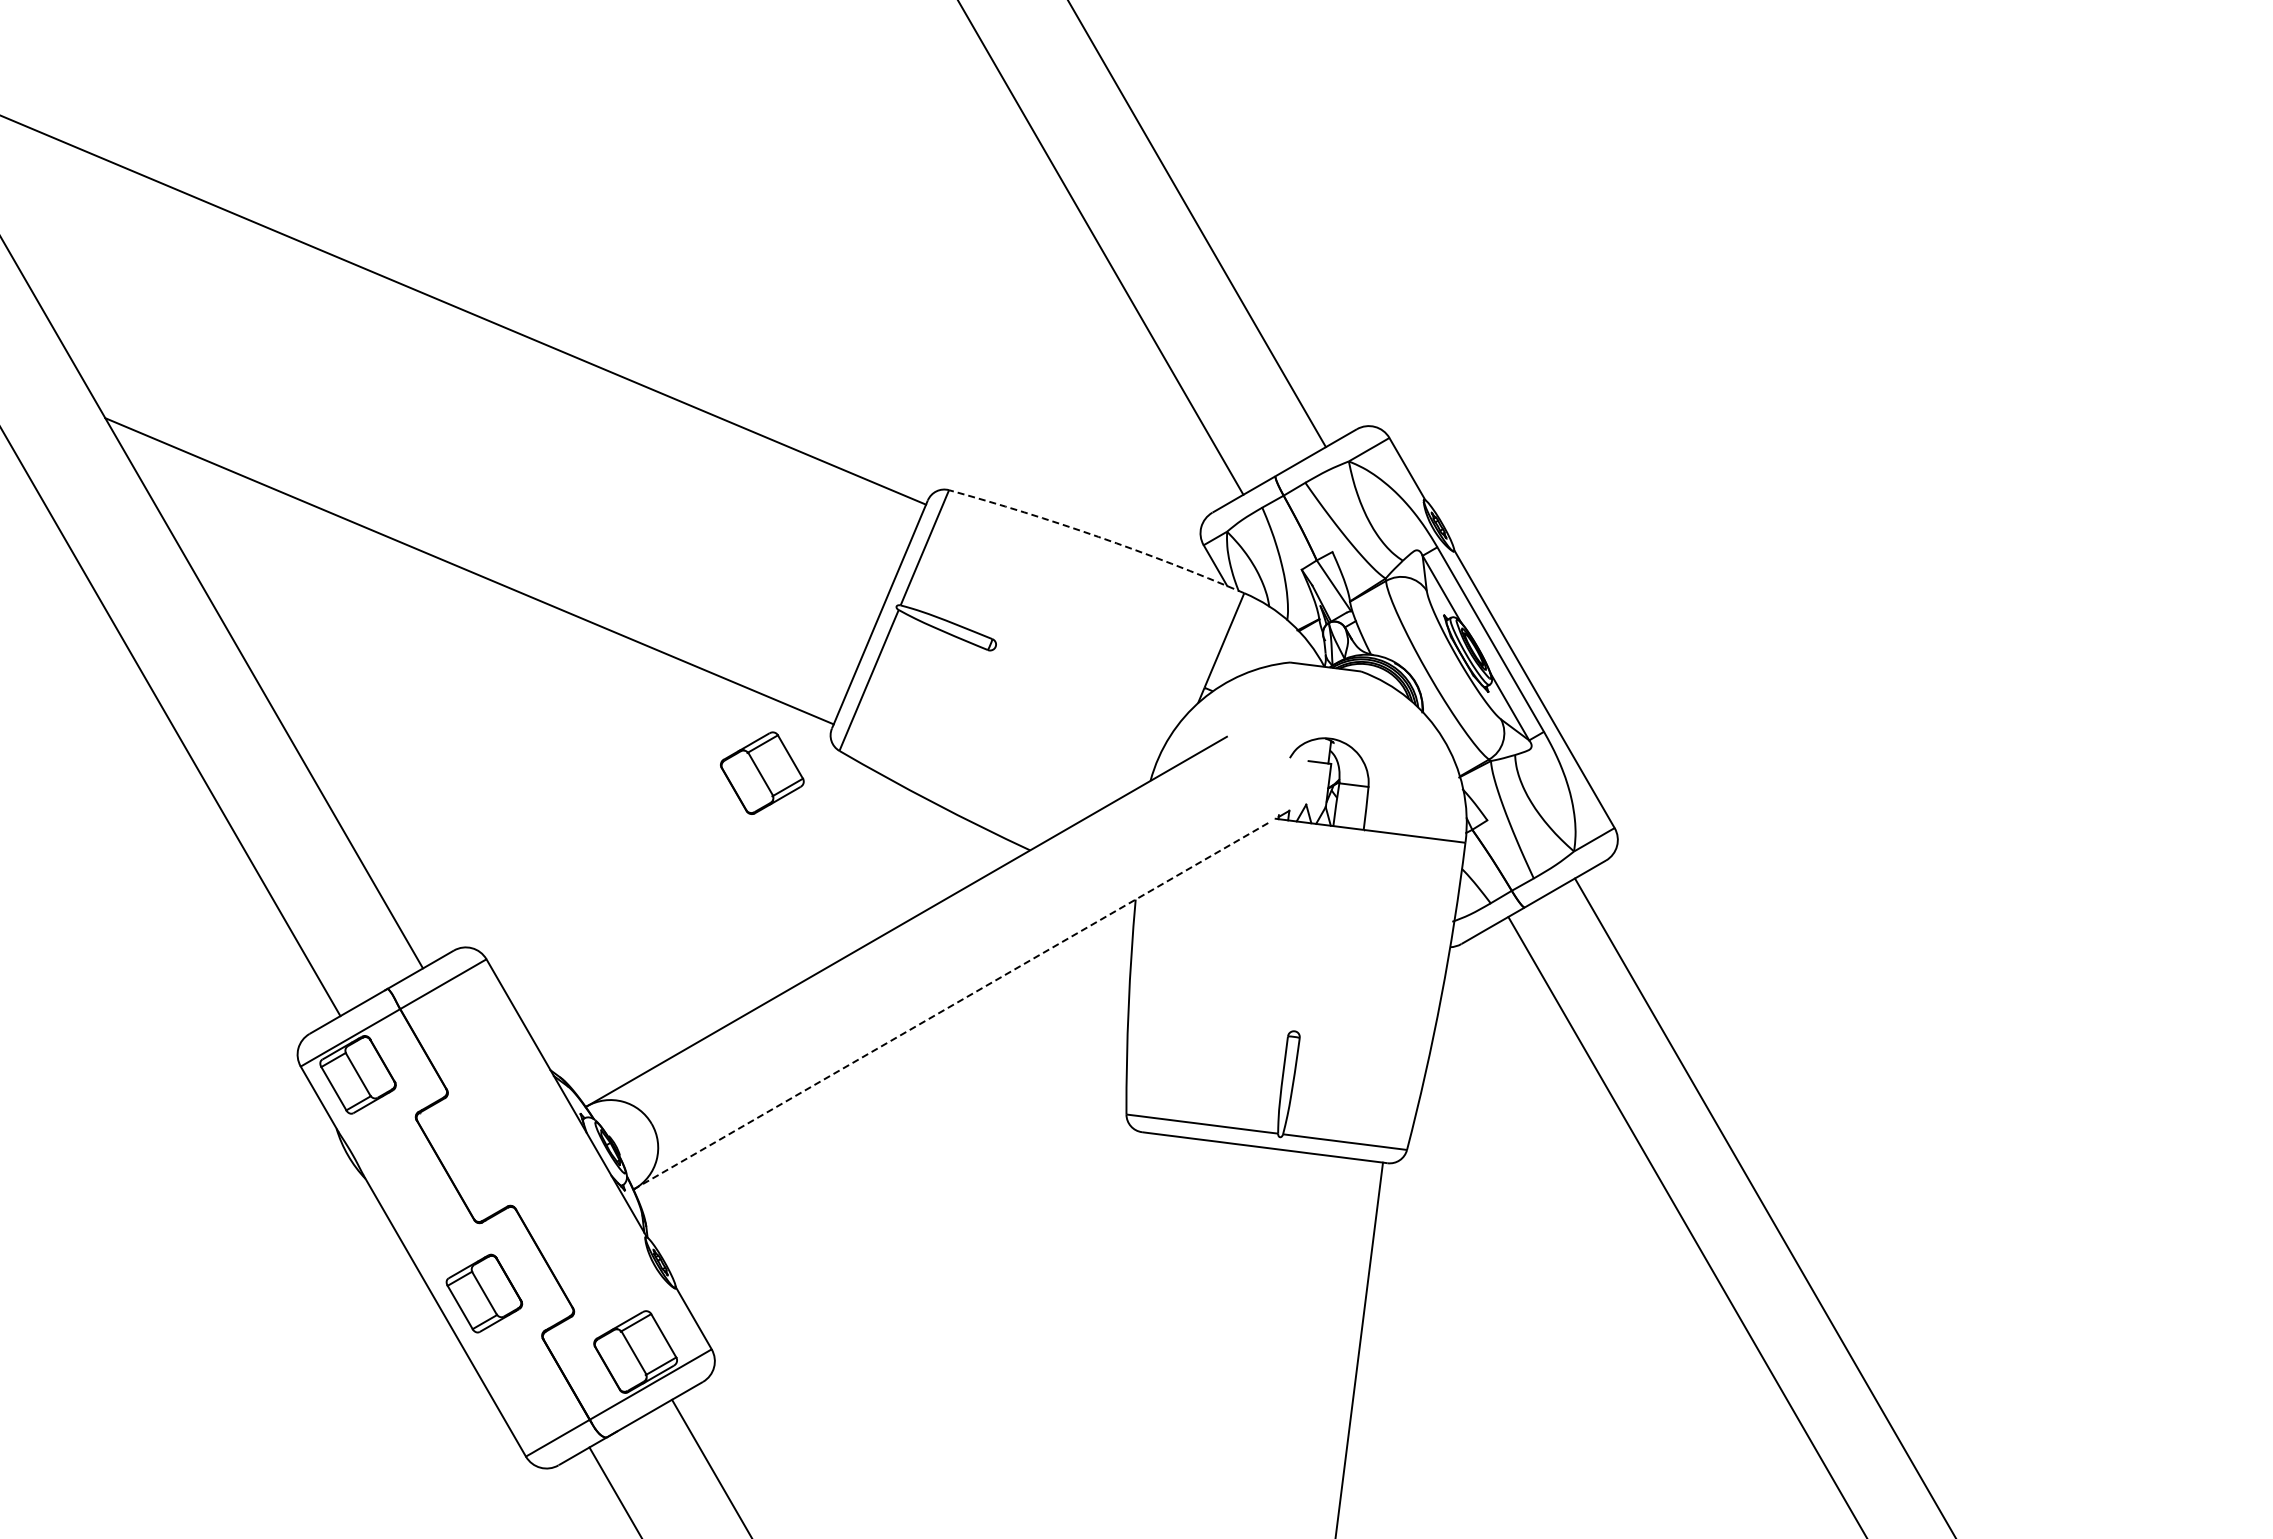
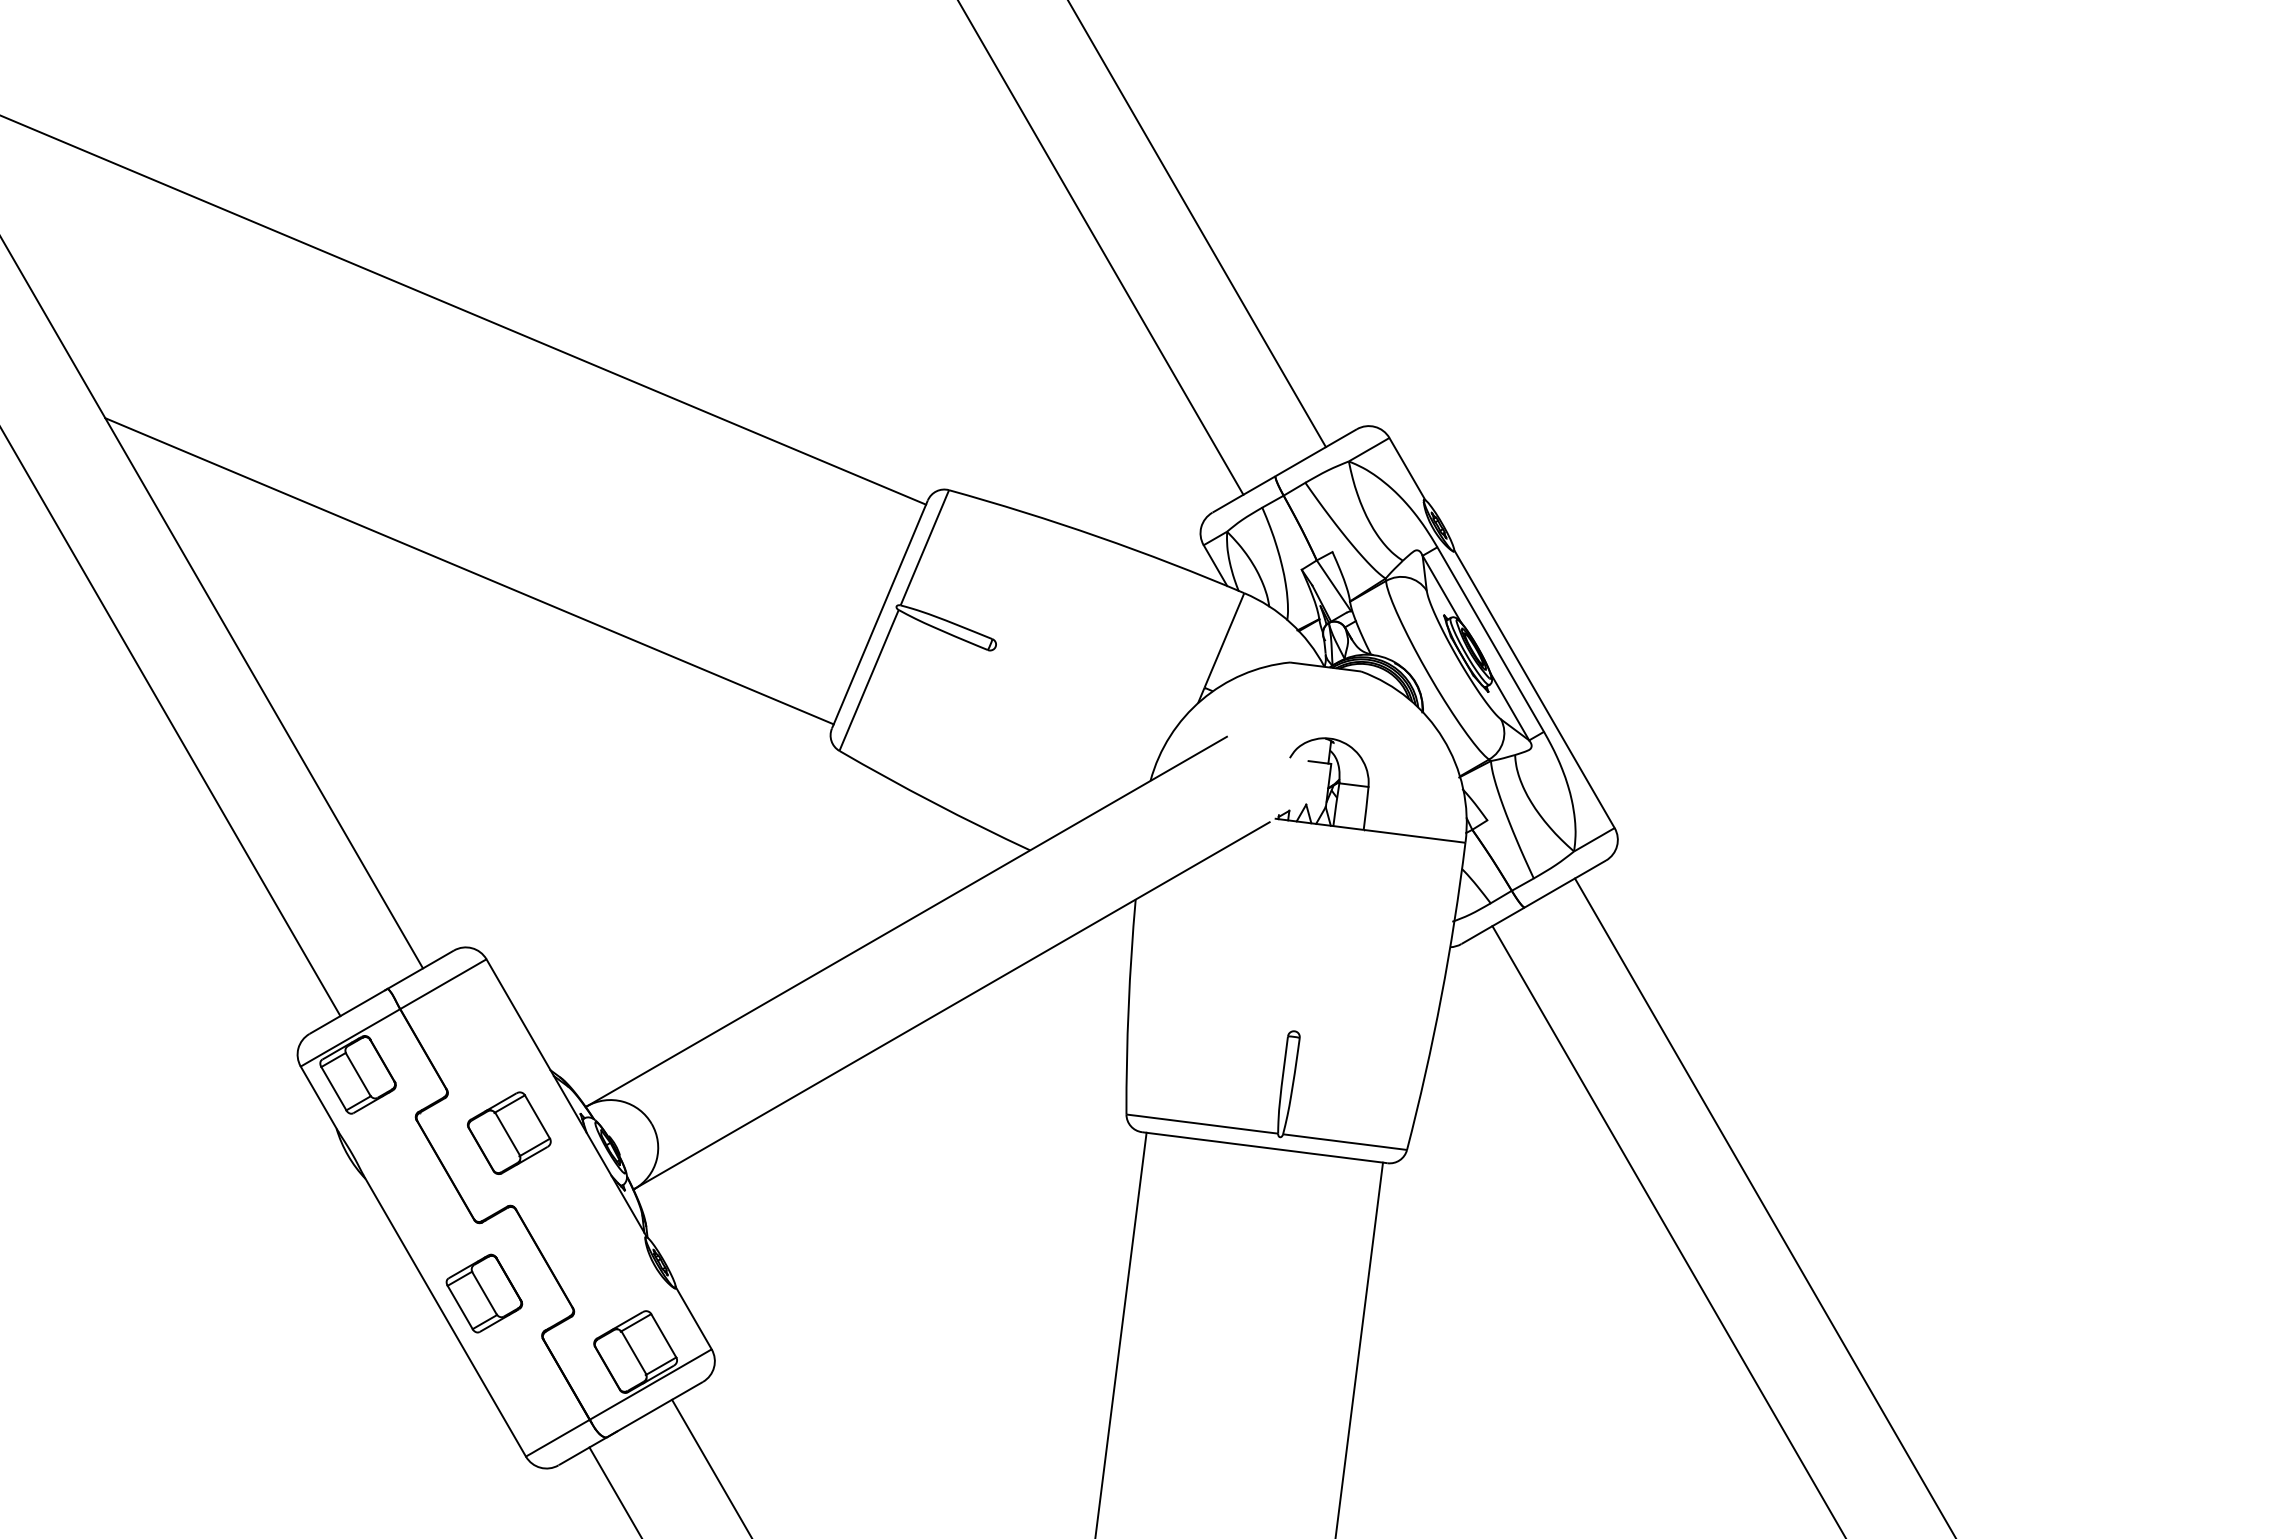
arc at (1098, 536): dashed -> solid
part at (762, 772) position: (762, 772) -> (509, 1132)
line at (952, 1005): dashed -> solid
line at (1686, 1226) position: (1686, 1226) -> (1668, 1230)
line at (1120, 1333): none -> present
